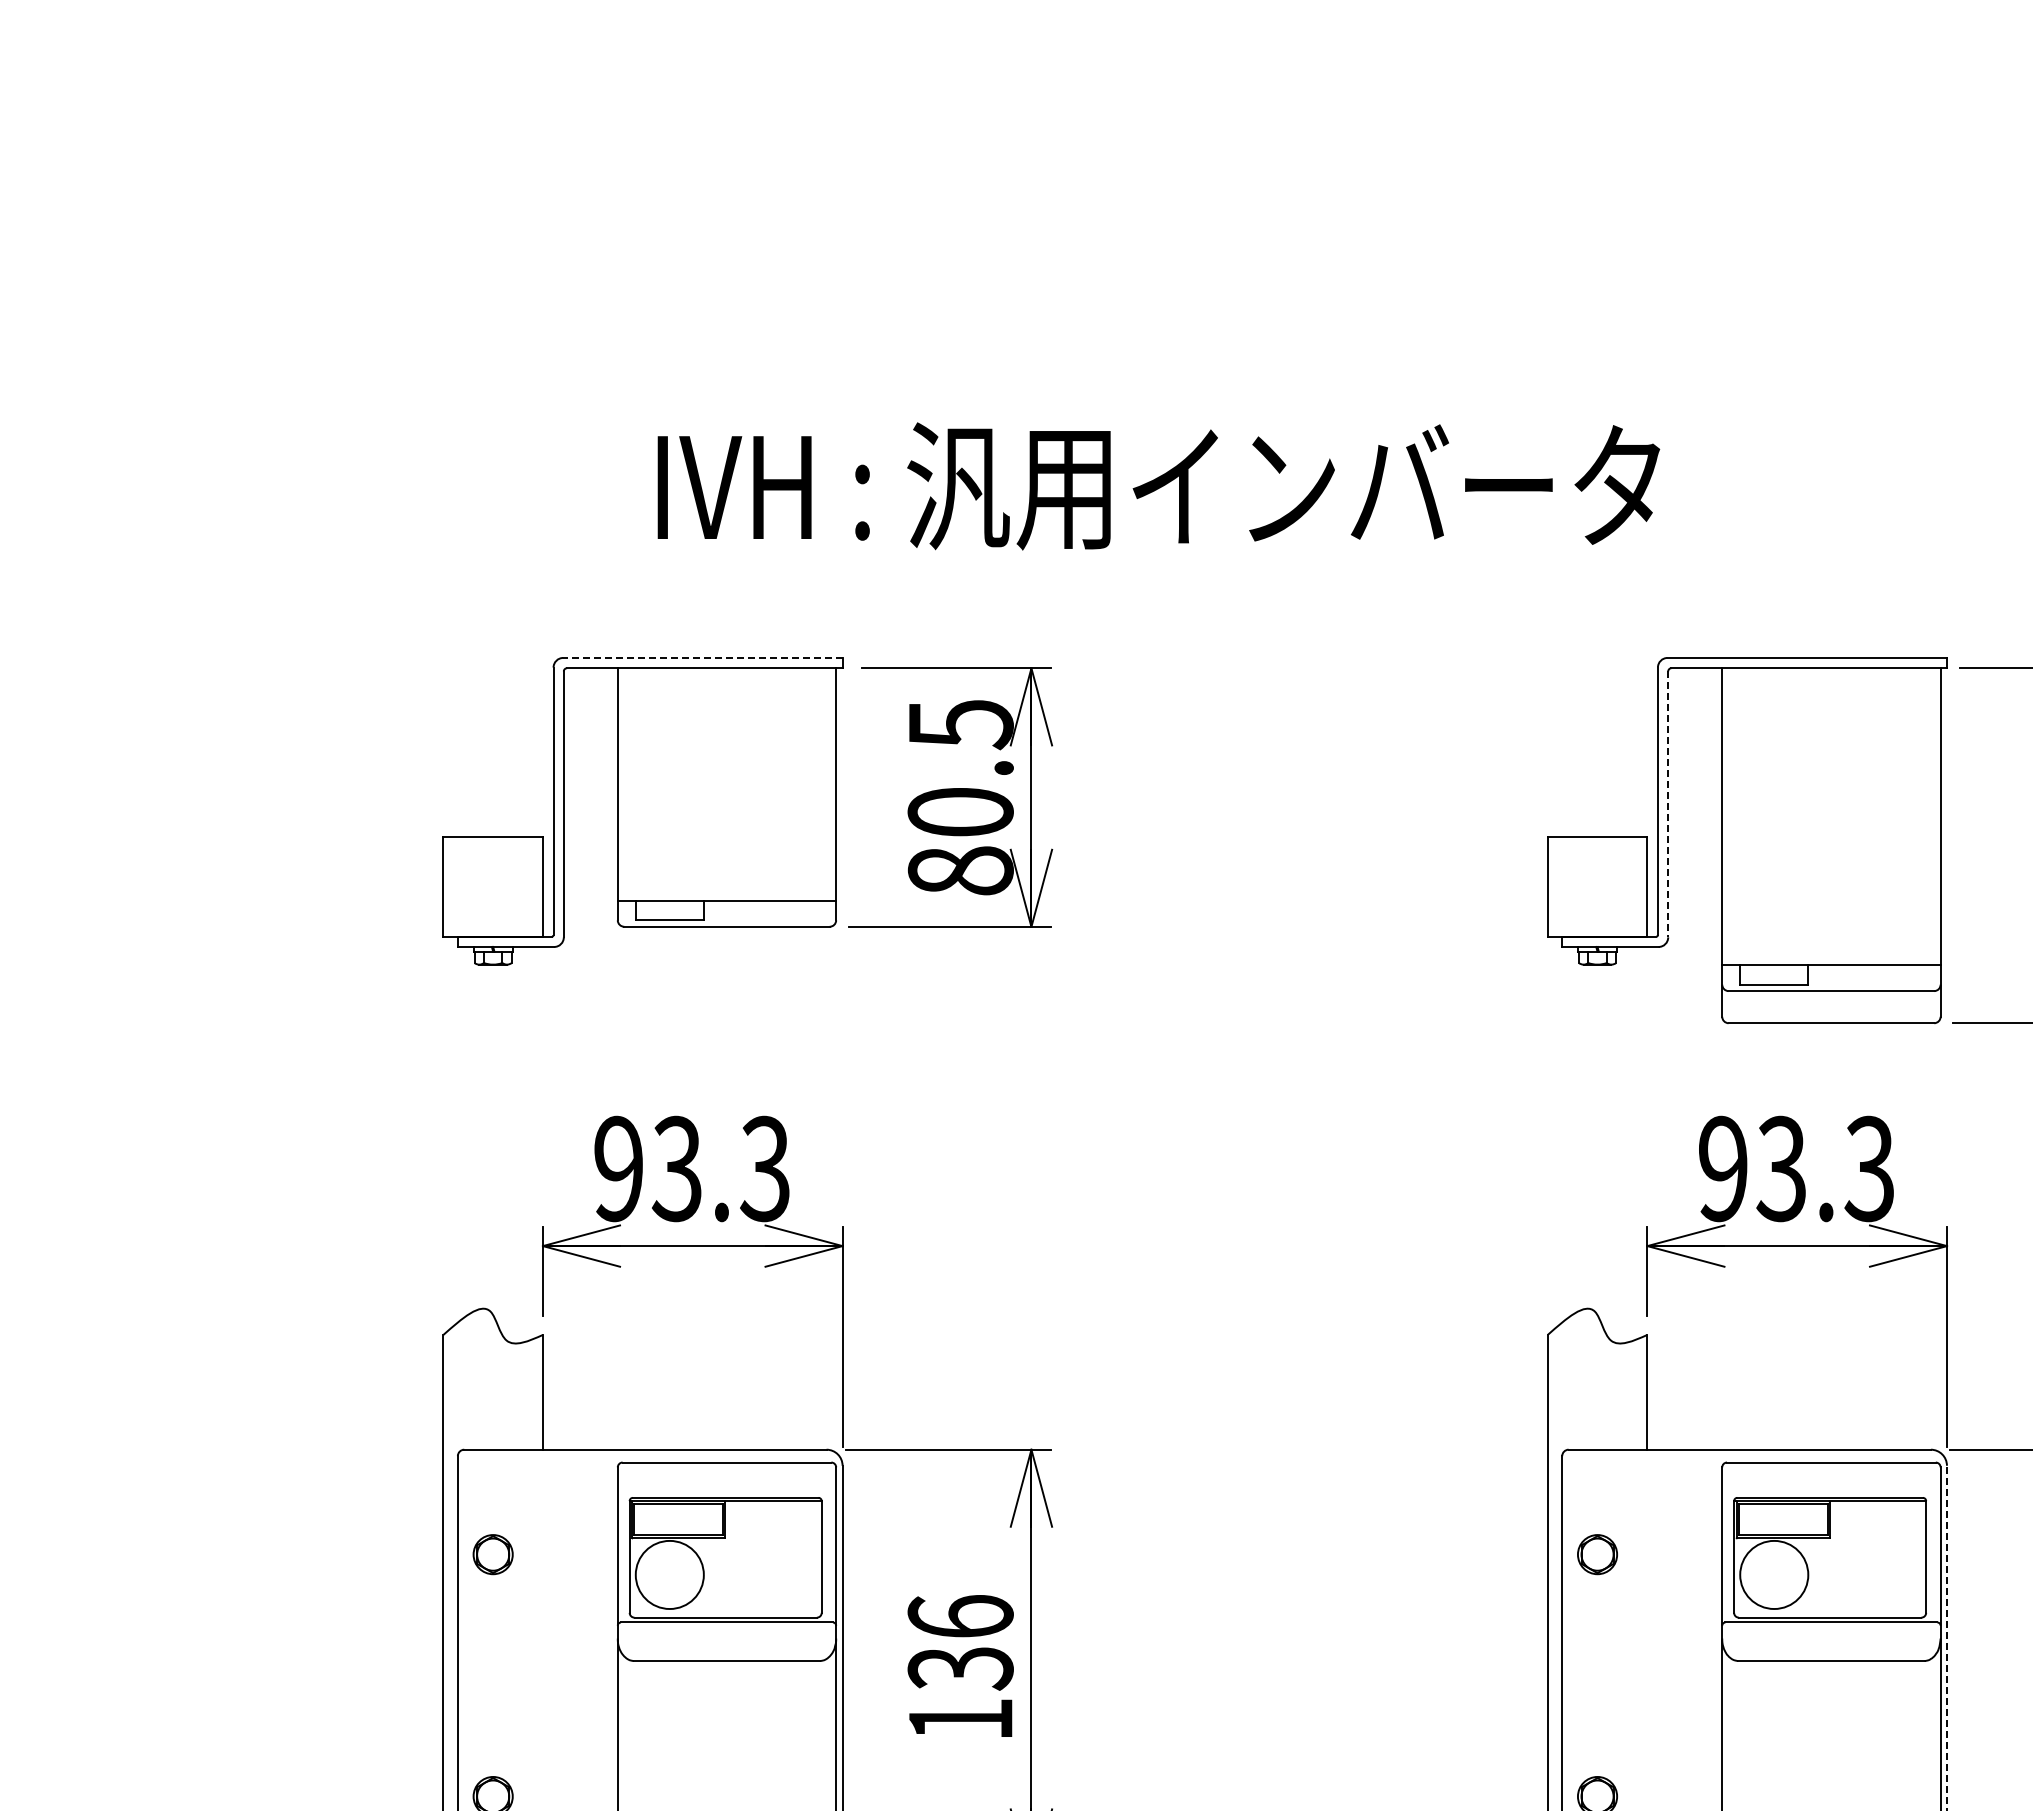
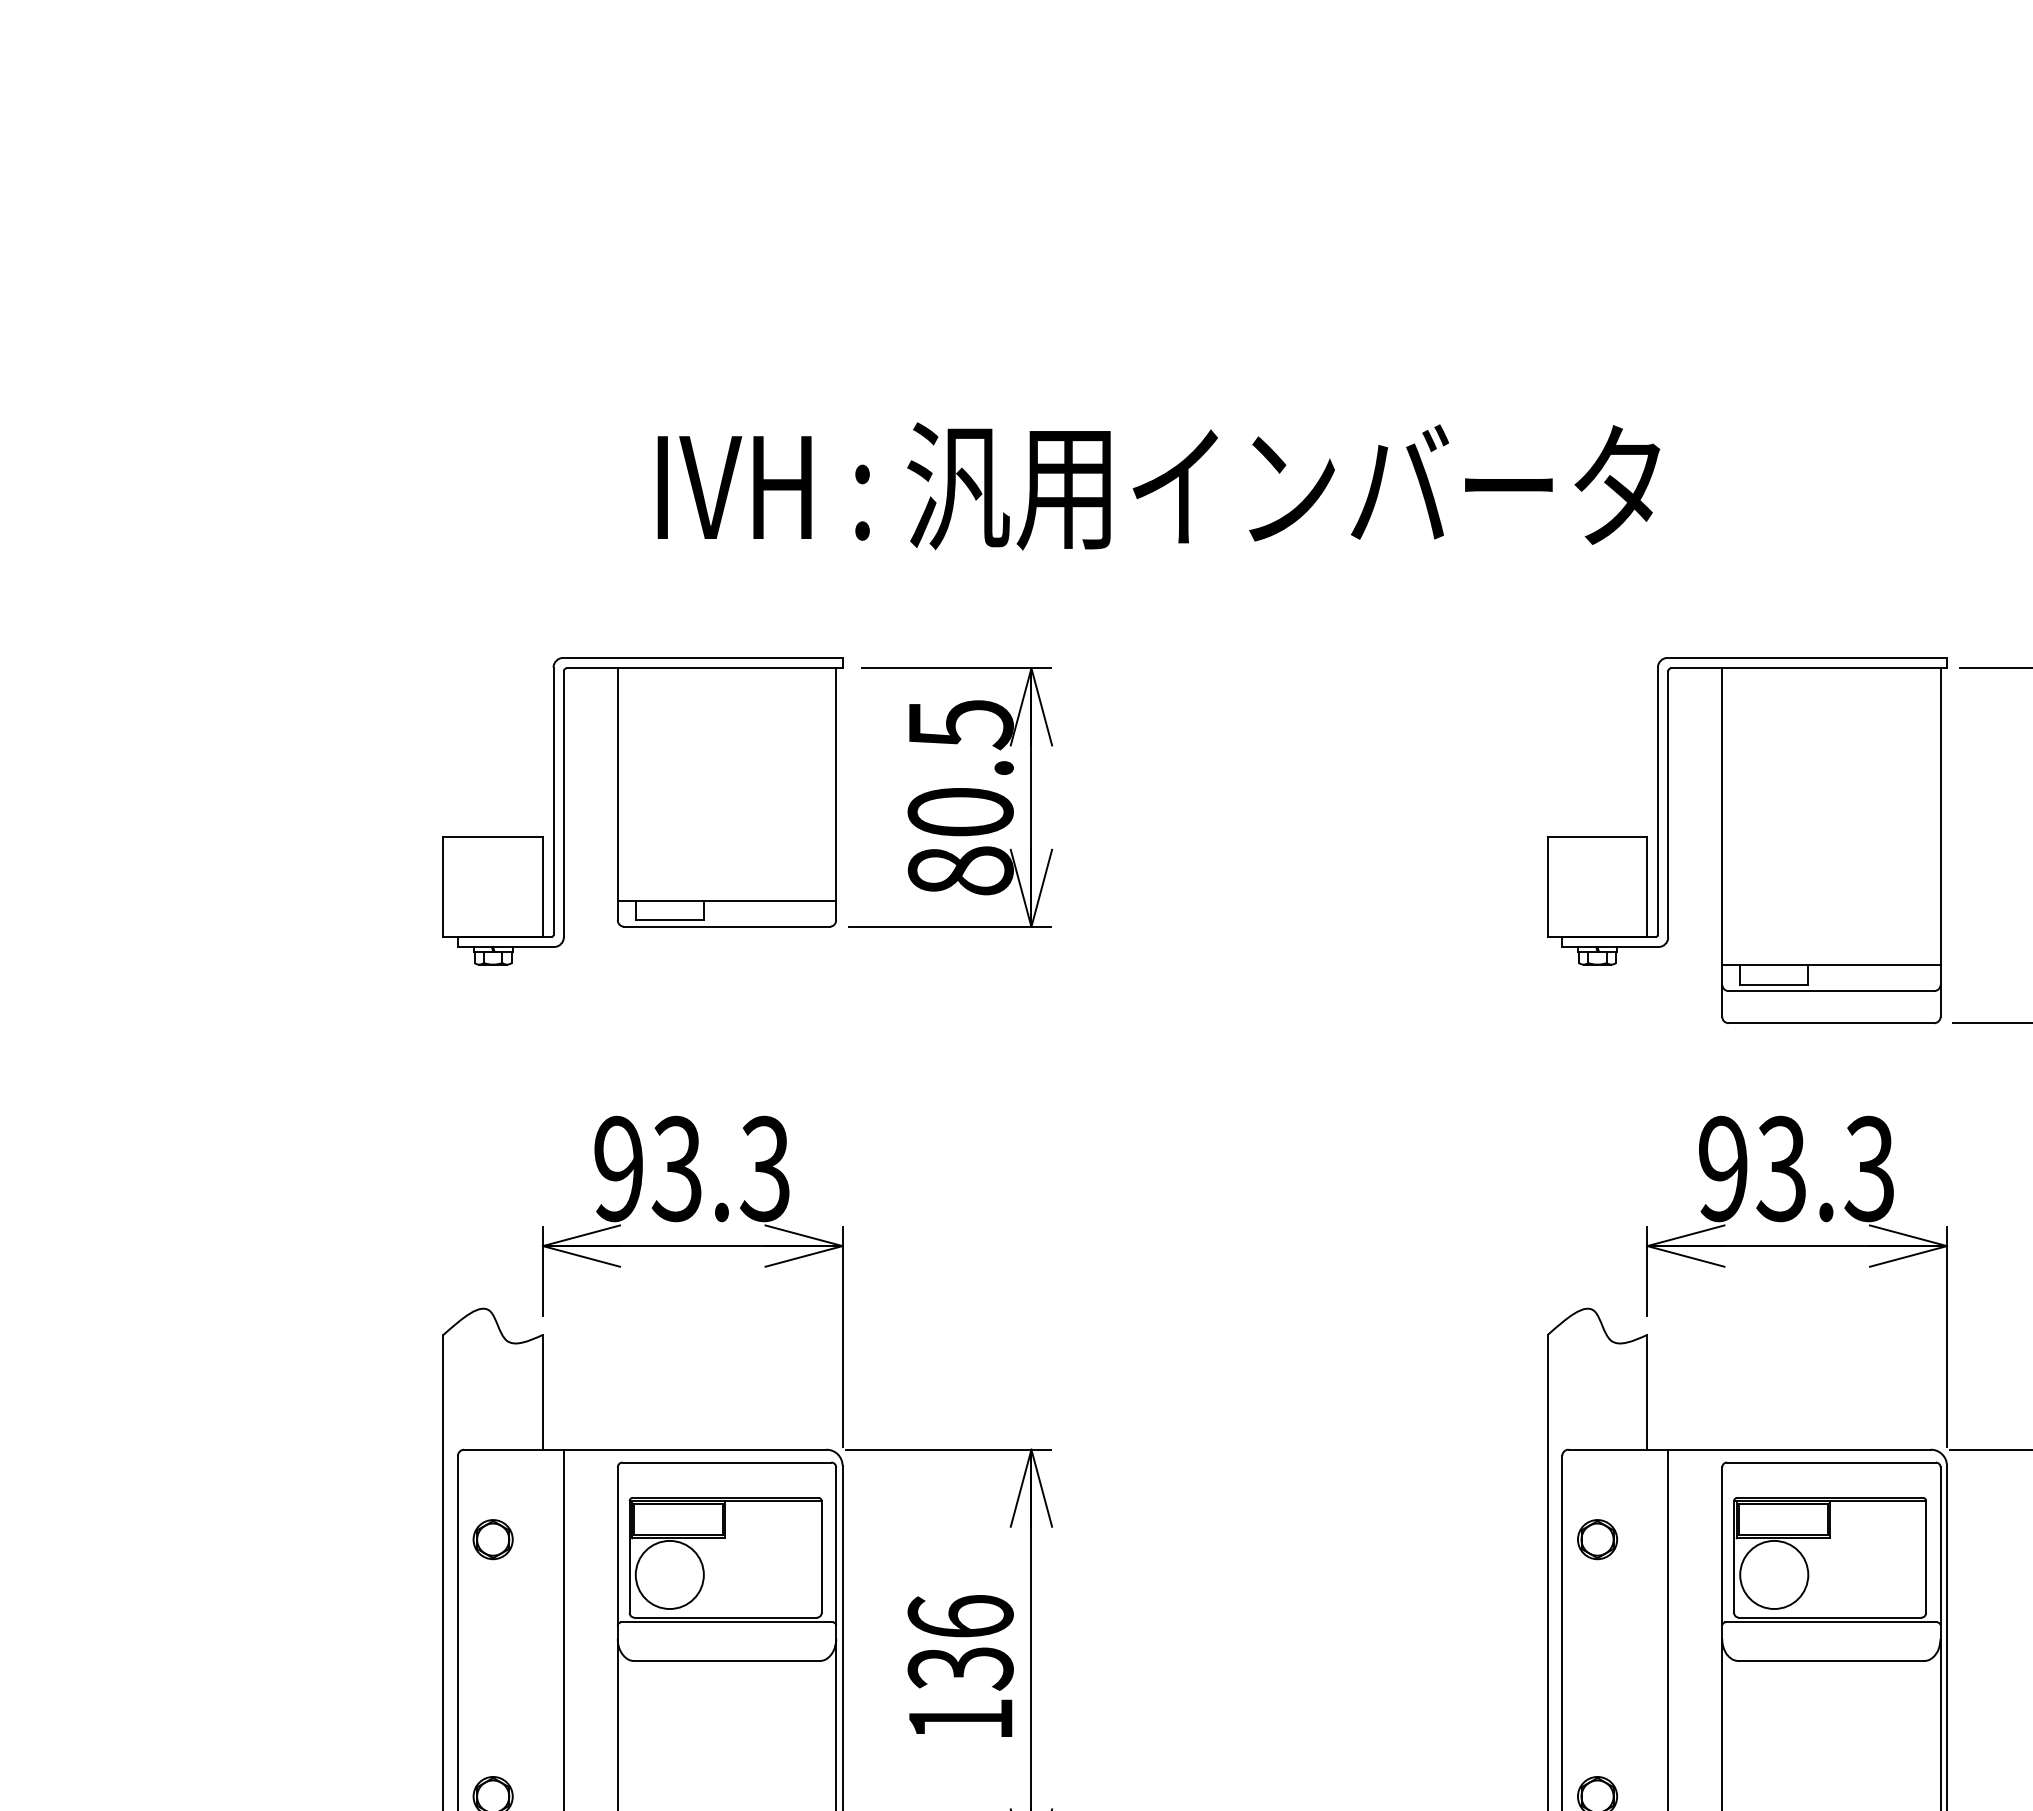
line at (702, 657): dashed -> solid
line at (1668, 804): dashed -> solid
part at (492, 1554) position: (492, 1554) -> (492, 1539)
part at (1597, 1554) position: (1597, 1554) -> (1597, 1539)
line at (563, 1628): none -> present
line at (1668, 1628): none -> present
line at (1946, 1637): dashed -> solid
